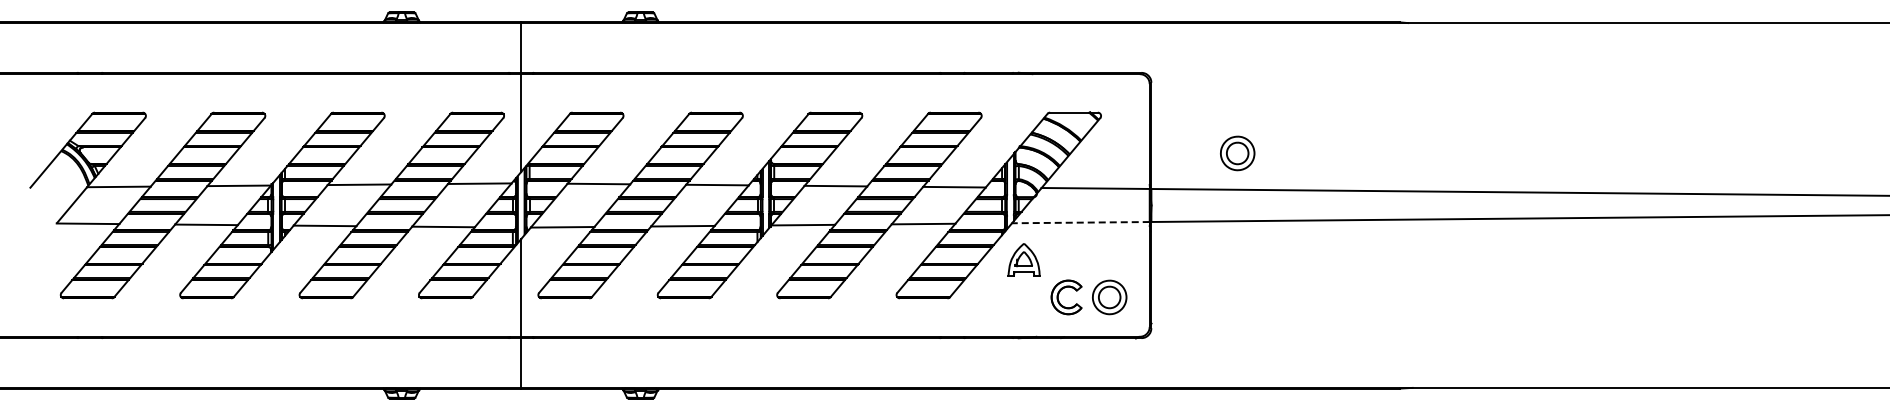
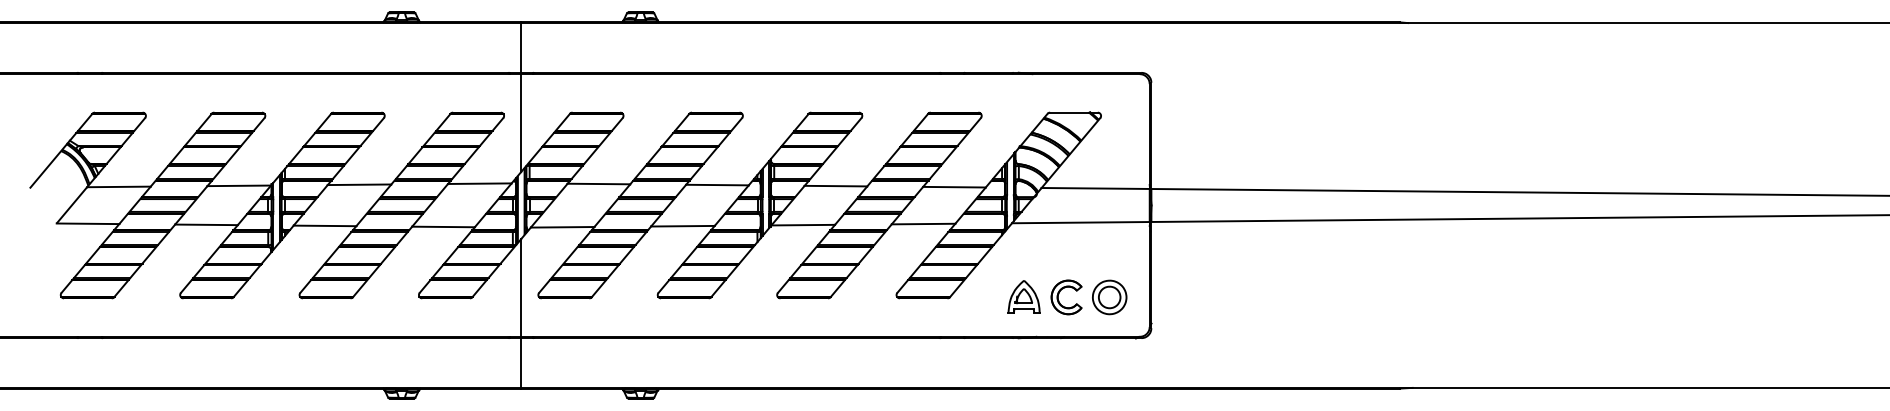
part at (1237, 153): present -> none
line at (1080, 222): dashed -> solid
part at (1023, 259) position: (1023, 259) -> (1023, 296)
